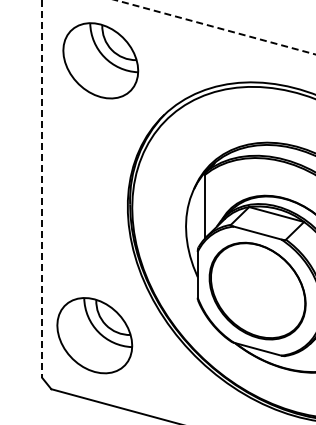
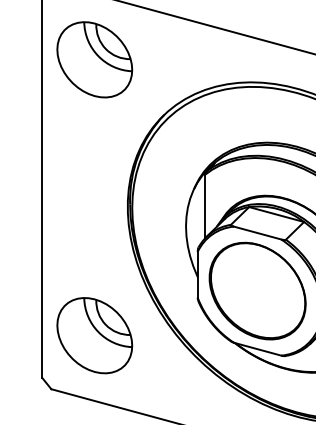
line at (215, 27): dashed -> solid
part at (100, 60) position: (100, 60) -> (94, 59)
line at (42, 189): dashed -> solid
